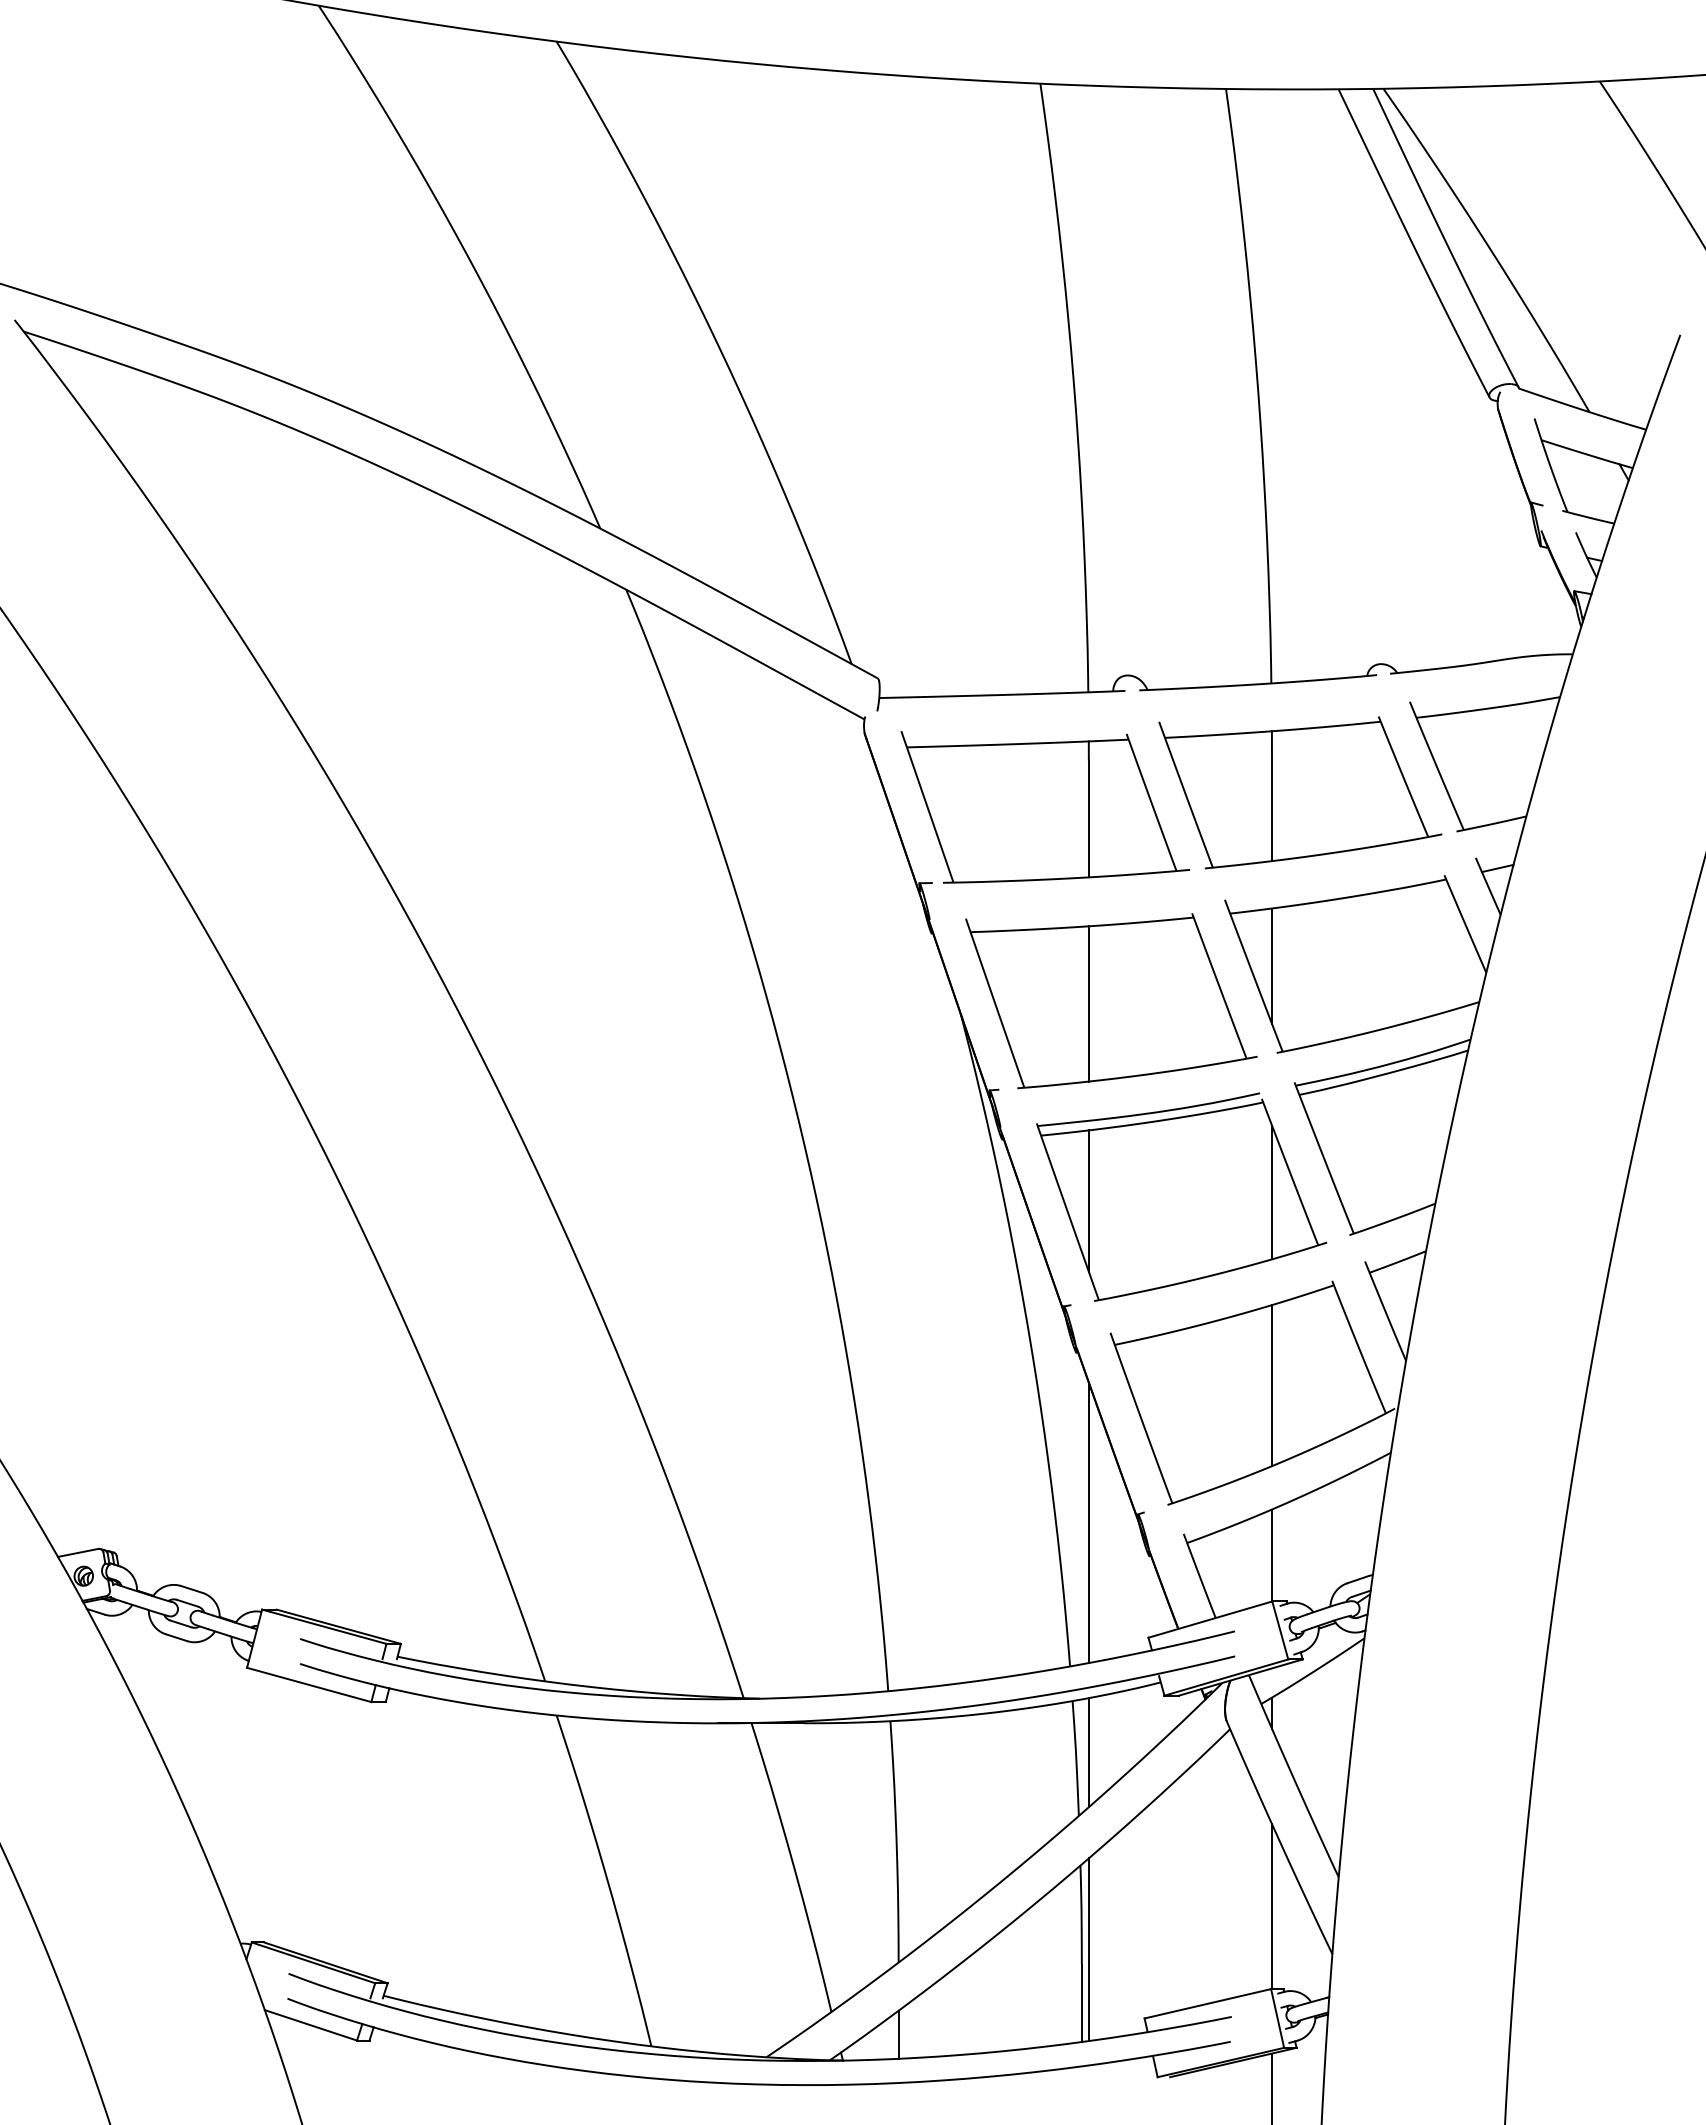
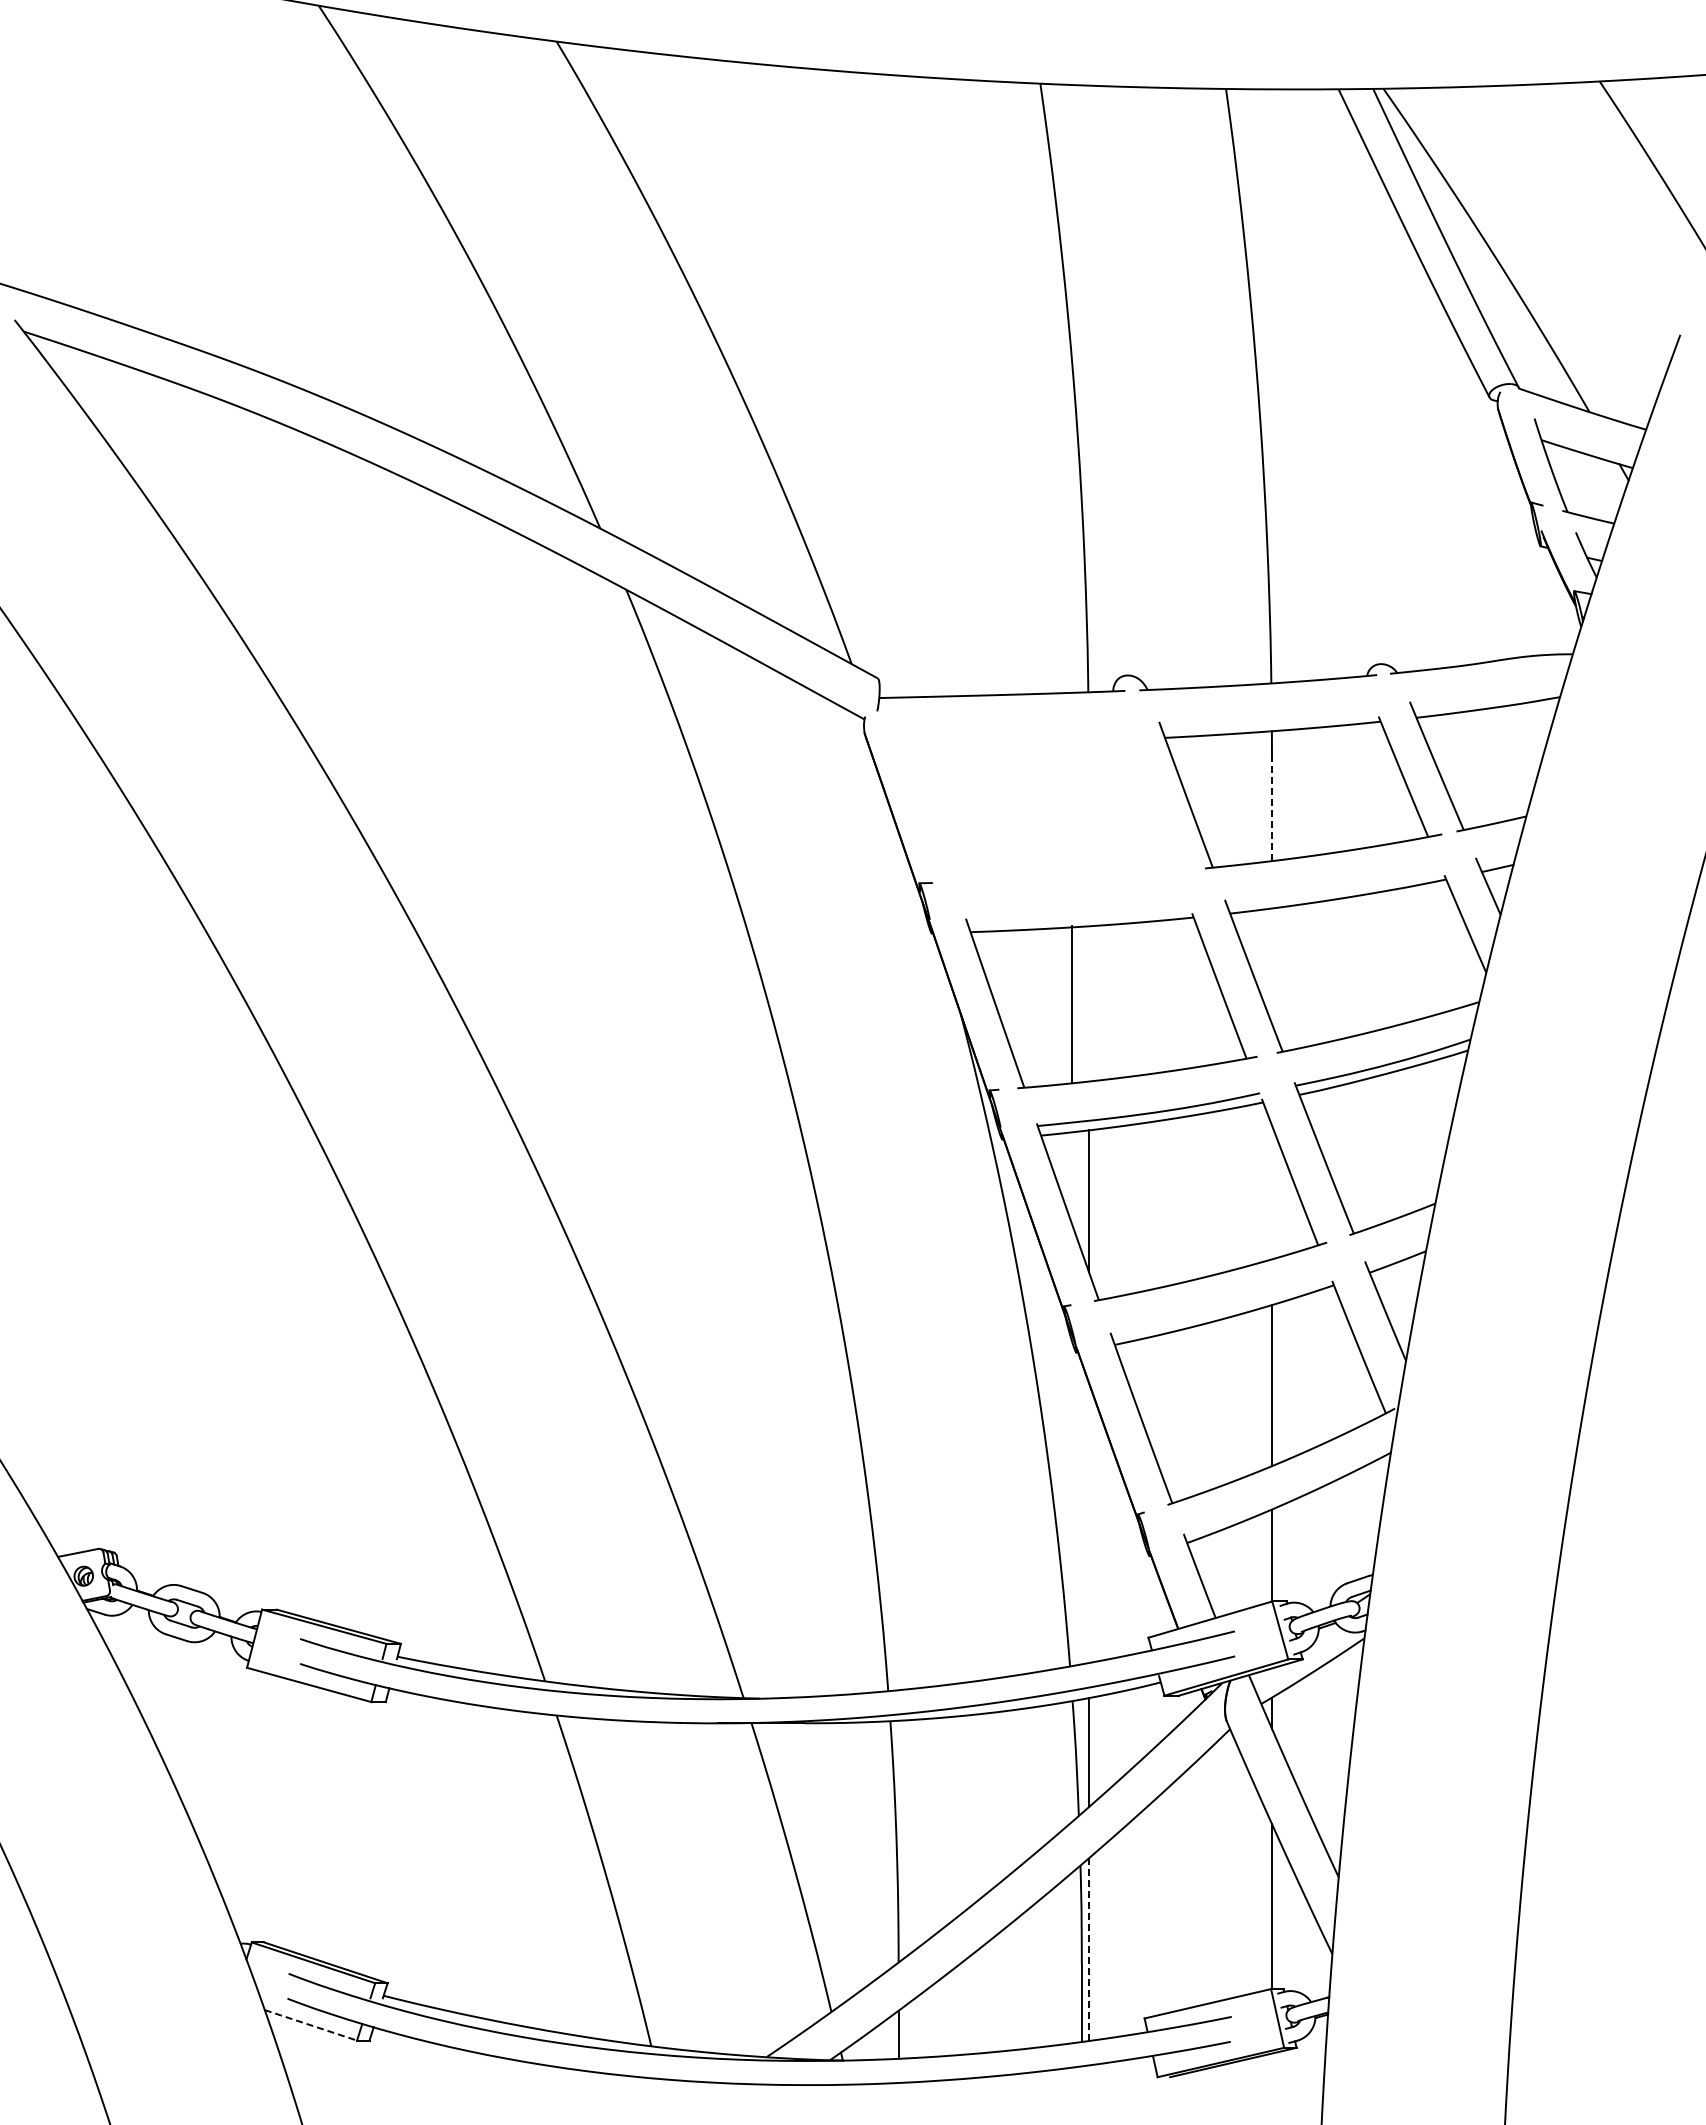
part at (1045, 807): present -> none
line at (1271, 810): solid -> dashed
line at (1271, 965): present -> none
line at (1088, 1003) position: (1088, 1003) -> (1071, 1003)
line at (1271, 1192): present -> none
line at (1088, 1522): present -> none
line at (1088, 1950): solid -> dashed
line at (310, 2025): solid -> dashed
line at (1271, 2087): present -> none
